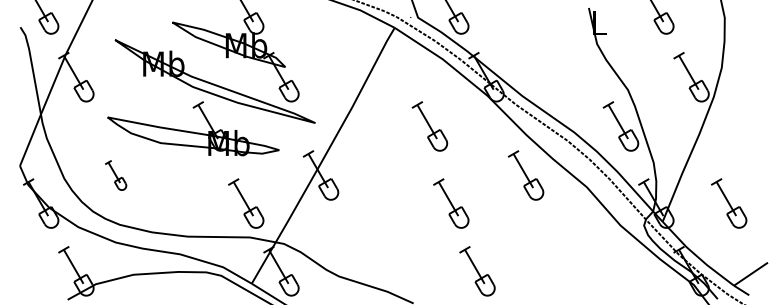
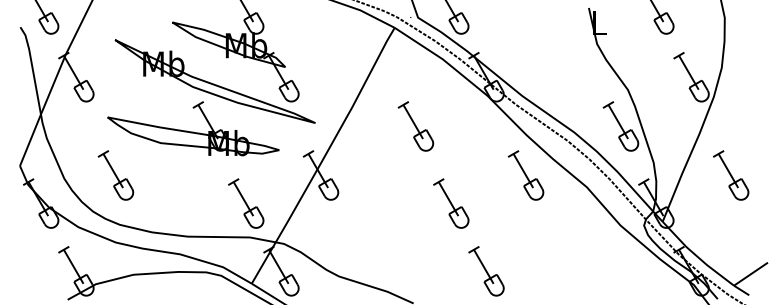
part at (429, 126) position: (429, 126) -> (415, 126)
part at (116, 175) size: 23x31 px -> 38x51 px
part at (729, 203) position: (729, 203) -> (731, 175)
part at (477, 271) position: (477, 271) -> (486, 271)
